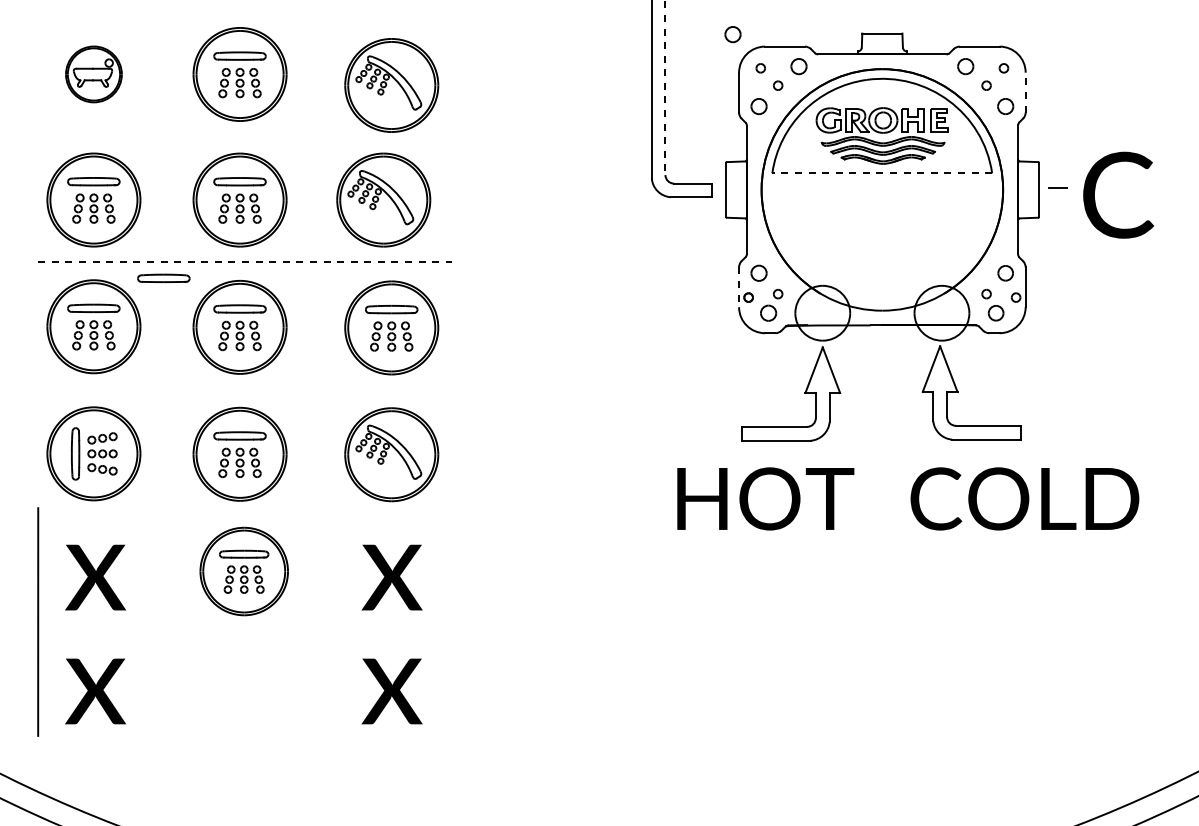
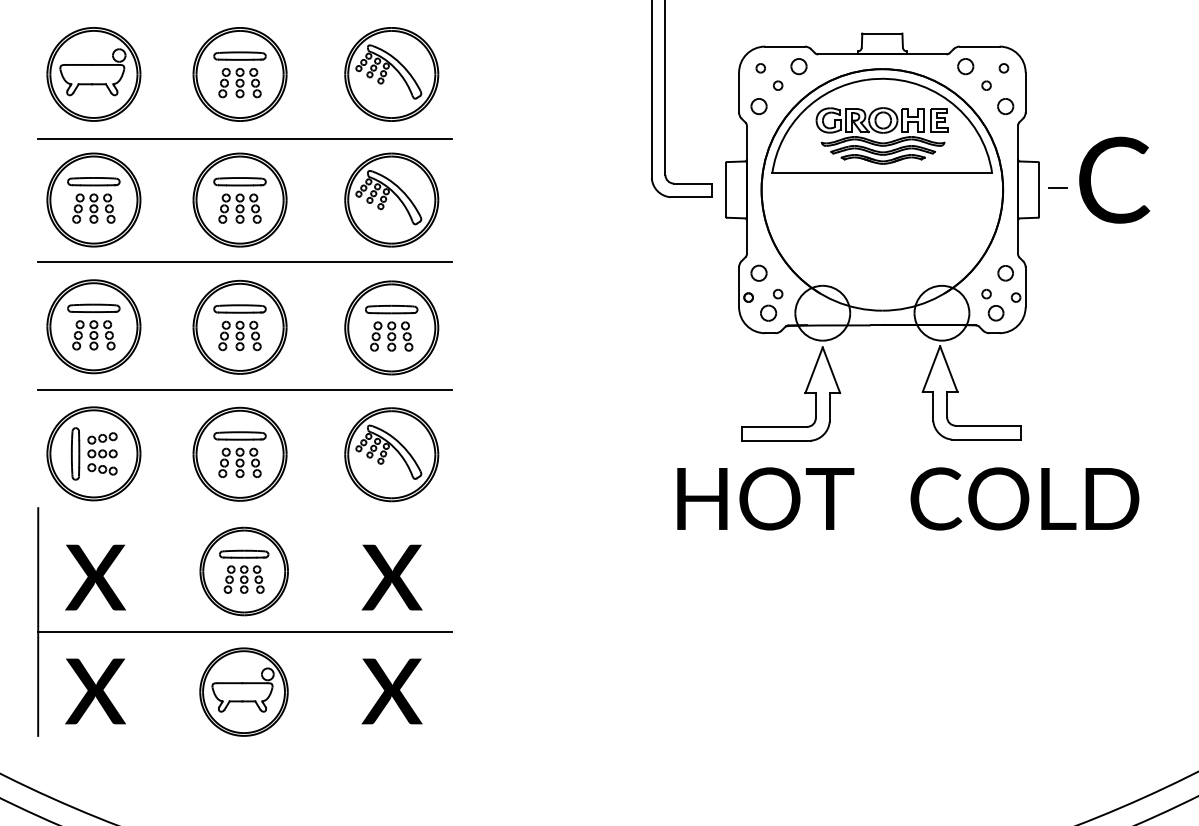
part at (732, 34): present -> none
part at (93, 74) size: 58x59 px -> 96x95 px
part at (391, 85) position: (391, 85) -> (391, 74)
line at (665, 88): dashed -> solid
line at (1025, 92): dashed -> solid
line at (245, 138): none -> present
line at (882, 173): dashed -> solid
text at (1118, 194) position: (1118, 194) -> (1114, 179)
part at (383, 199) position: (383, 199) -> (391, 199)
line at (245, 262): dashed -> solid
part at (163, 277): present -> none
line at (739, 287): dashed -> solid
line at (245, 389): none -> present
line at (245, 631): none -> present
part at (243, 691): none -> present
